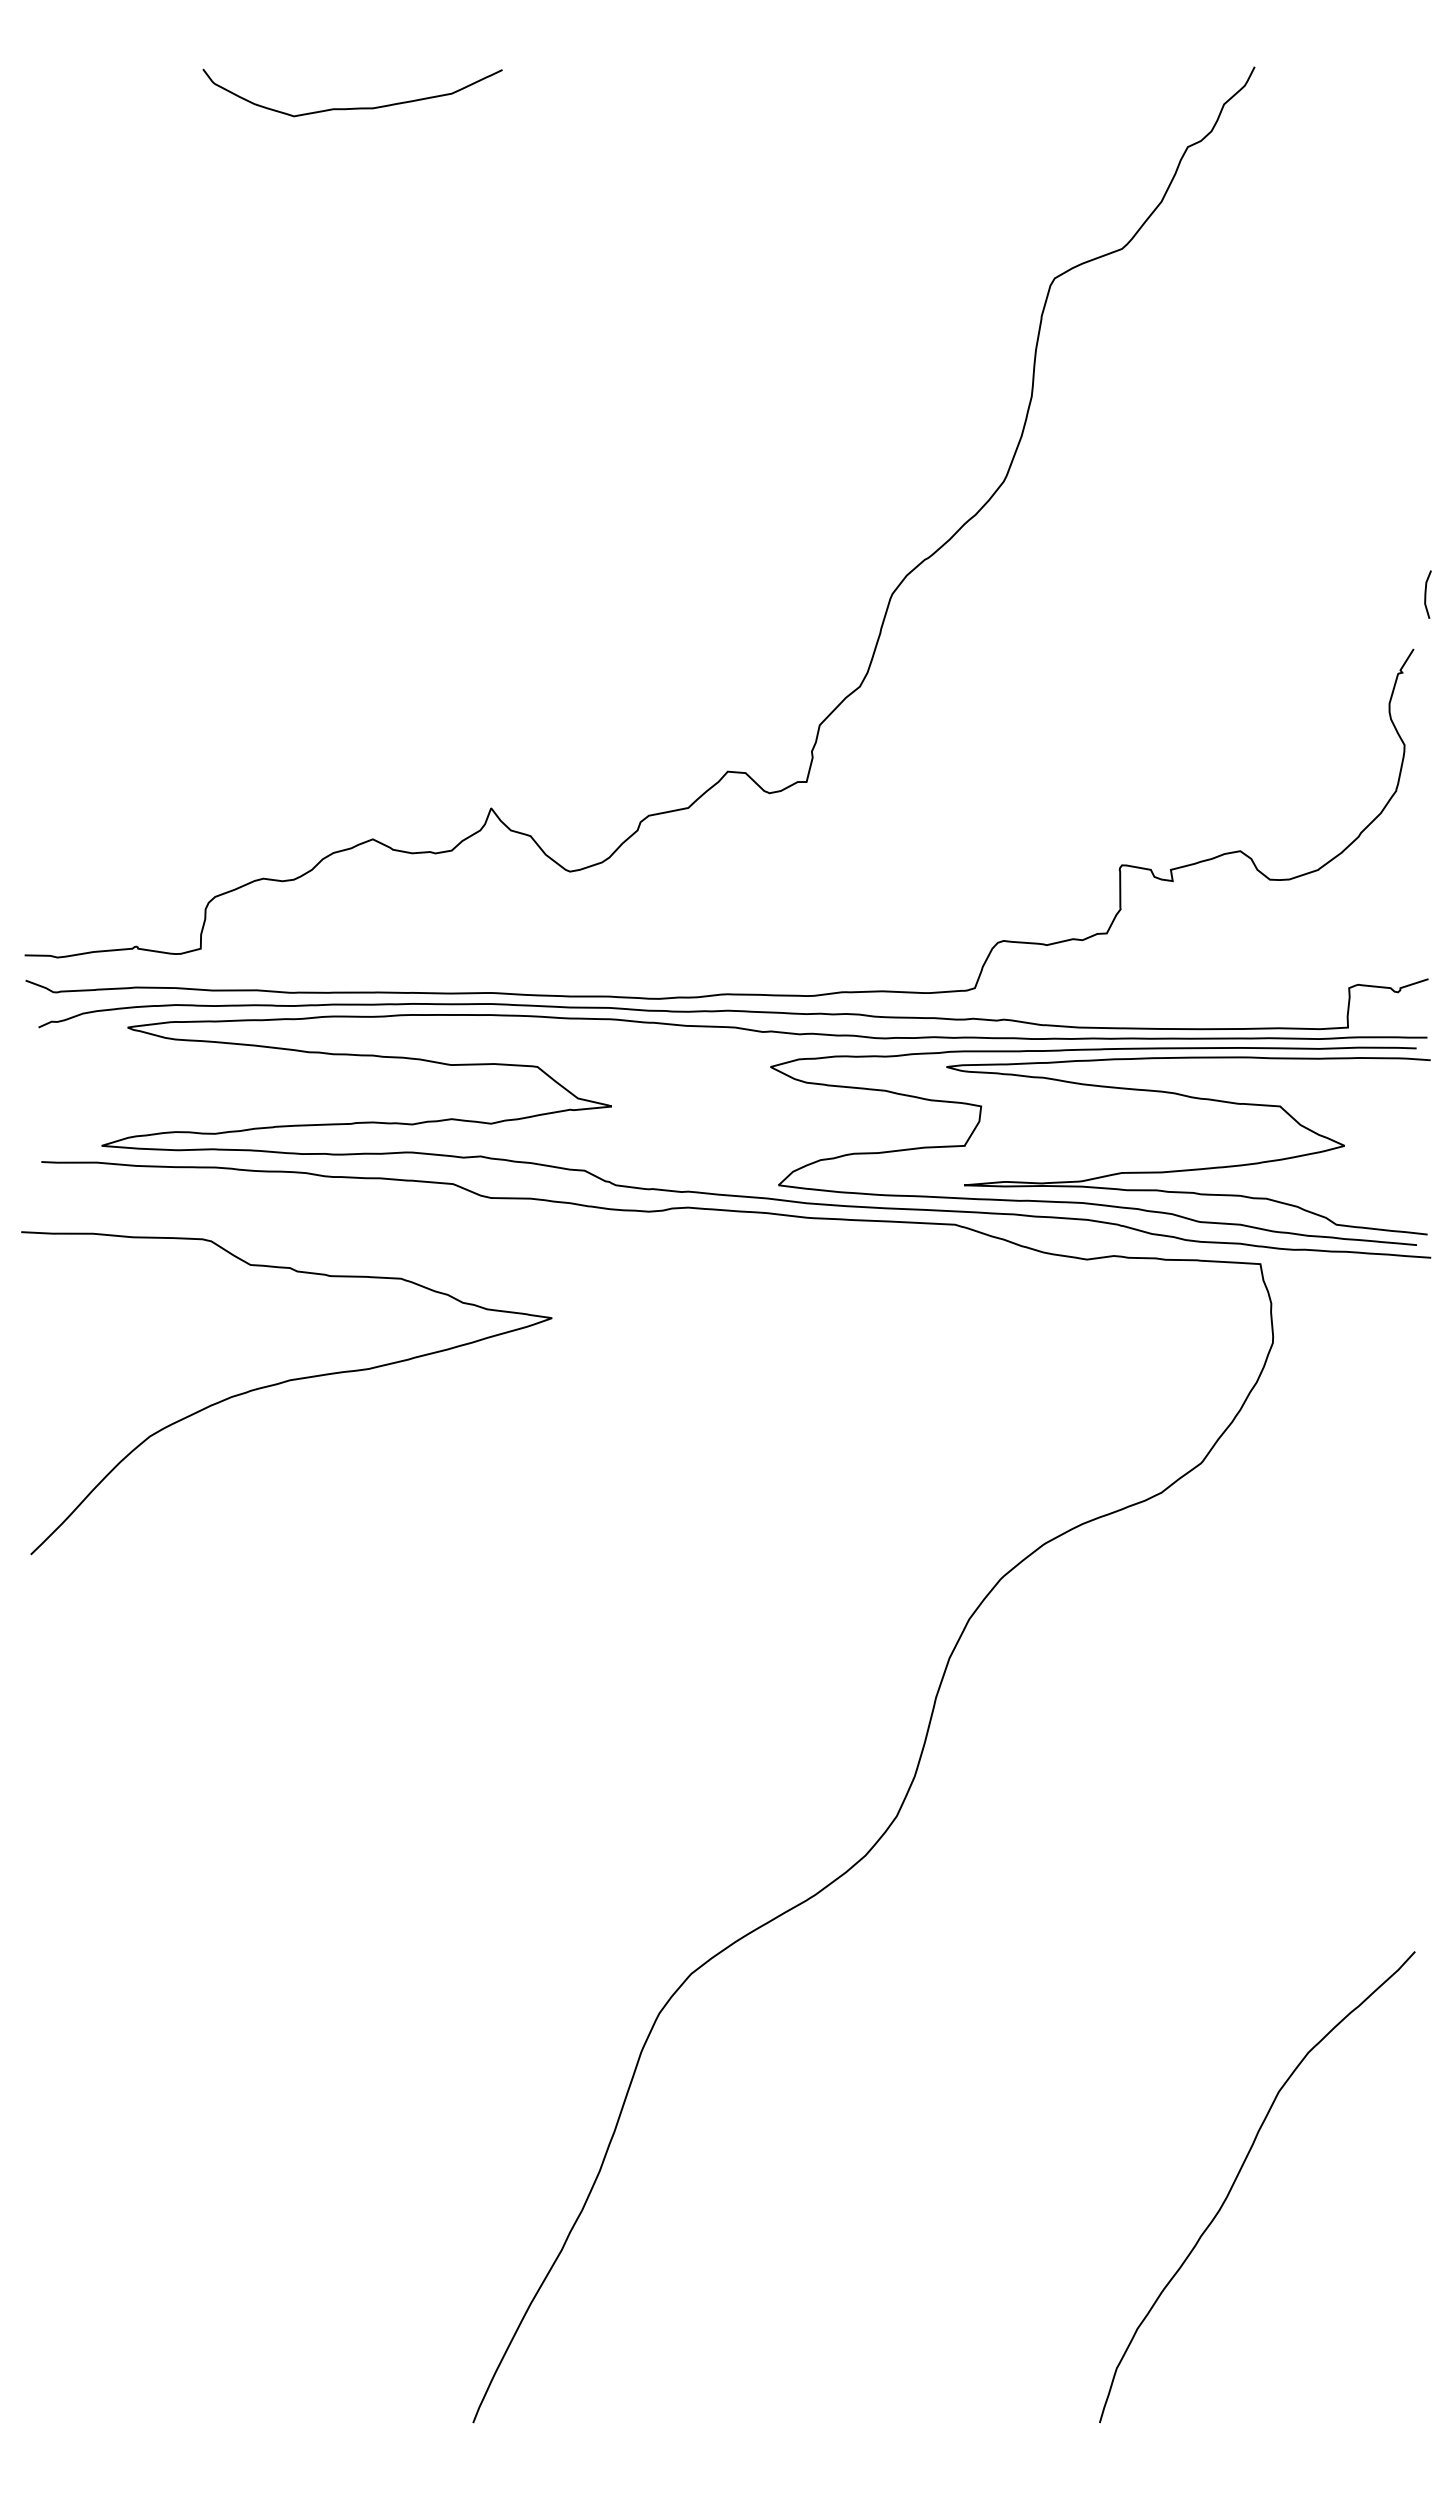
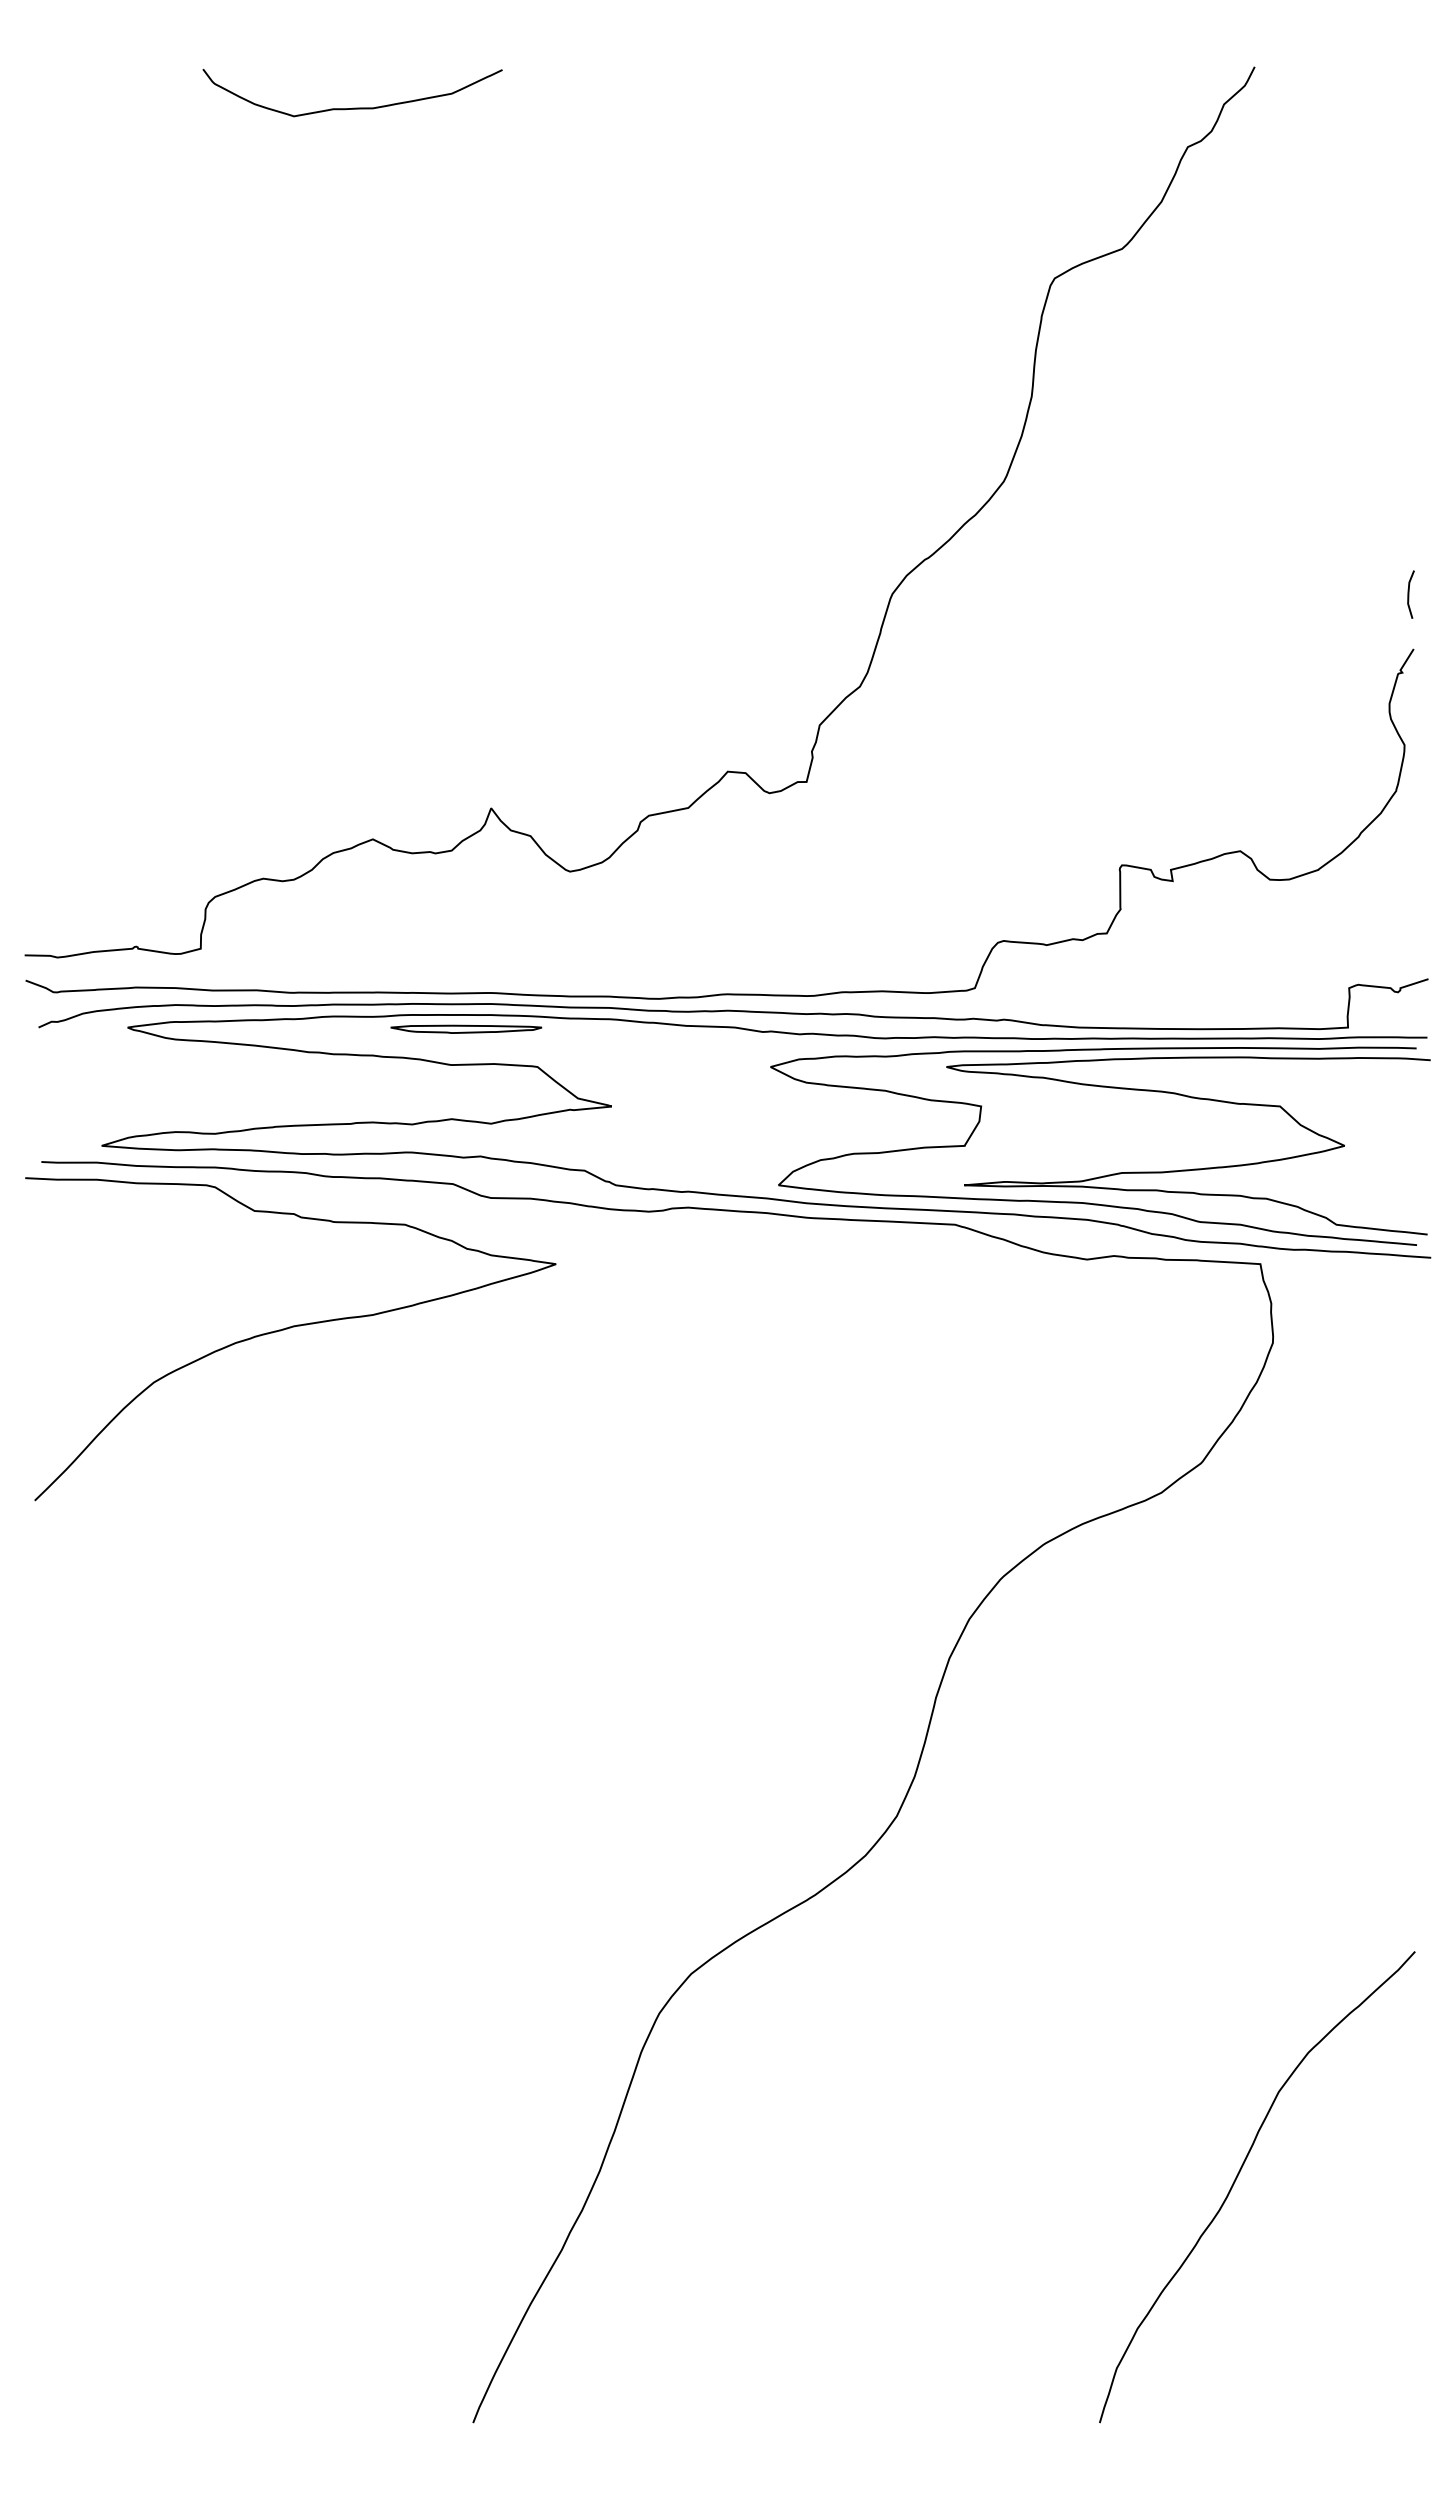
line at (1426, 594) position: (1426, 594) -> (1409, 594)
part at (466, 1028): none -> present
curve at (283, 1383) position: (283, 1383) -> (287, 1329)
